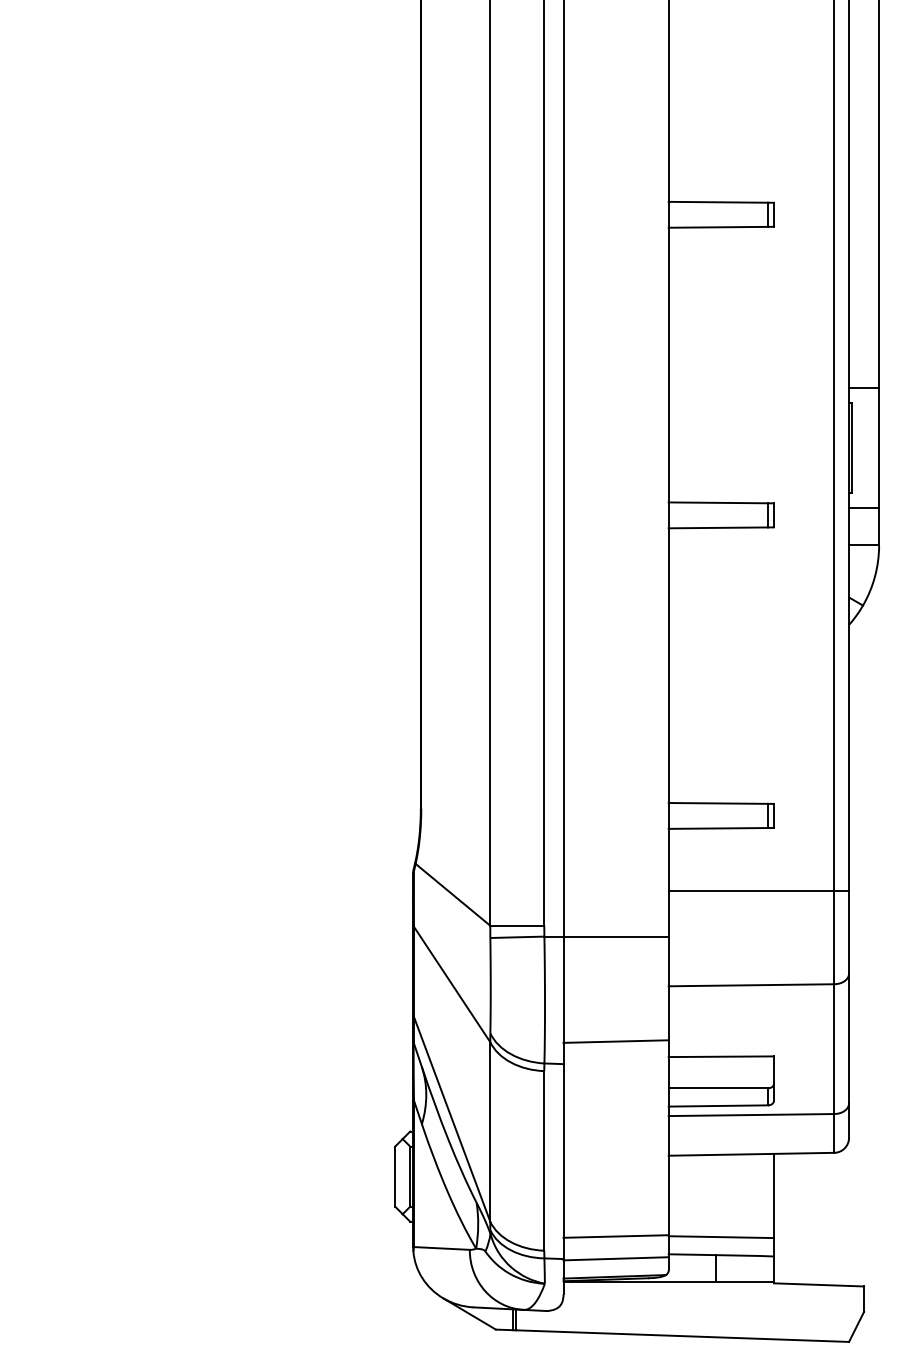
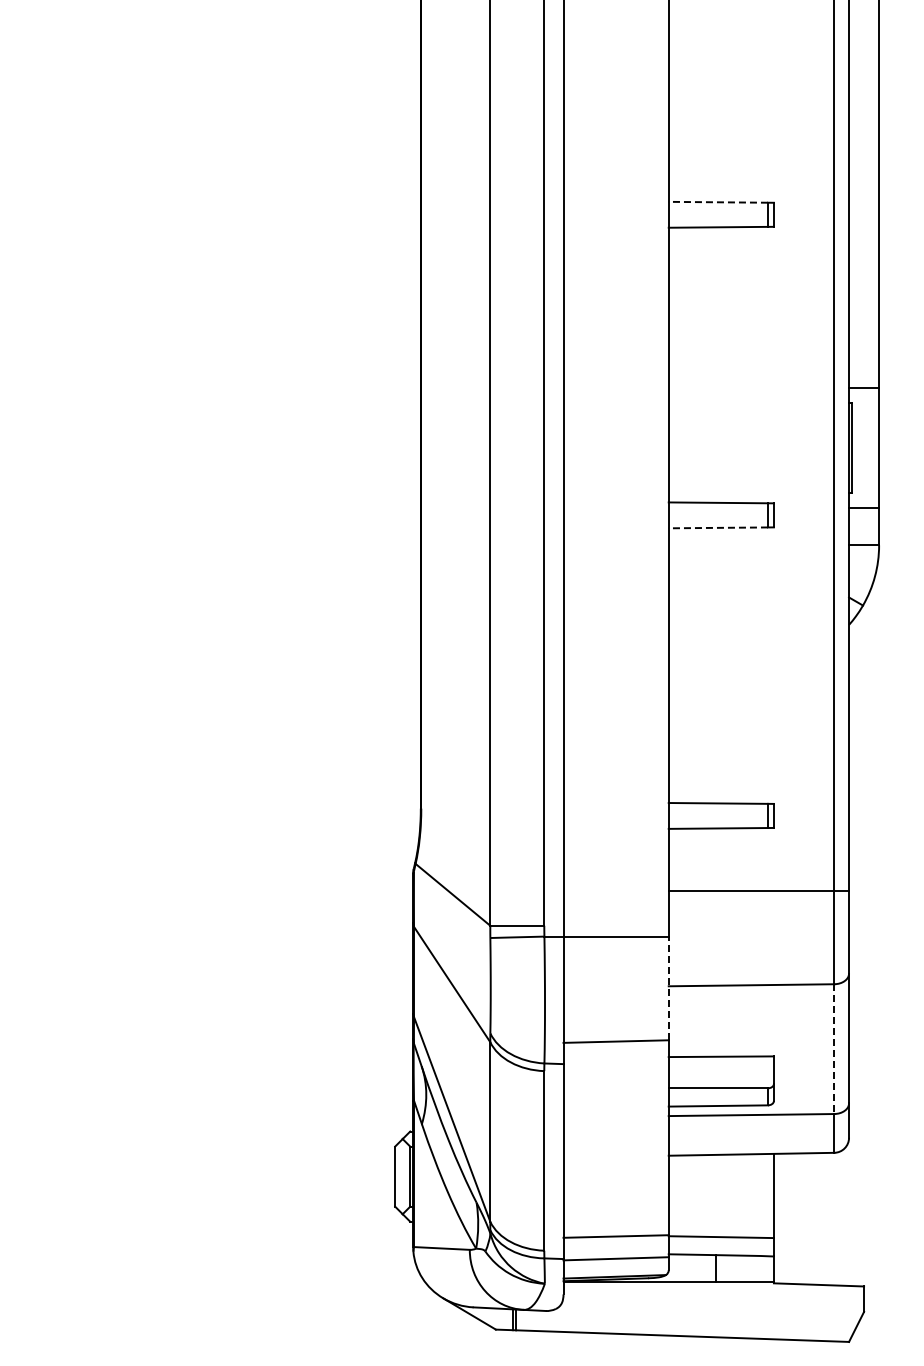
line at (718, 202): solid -> dashed
line at (718, 527): solid -> dashed
line at (668, 988): solid -> dashed
line at (834, 1049): solid -> dashed
